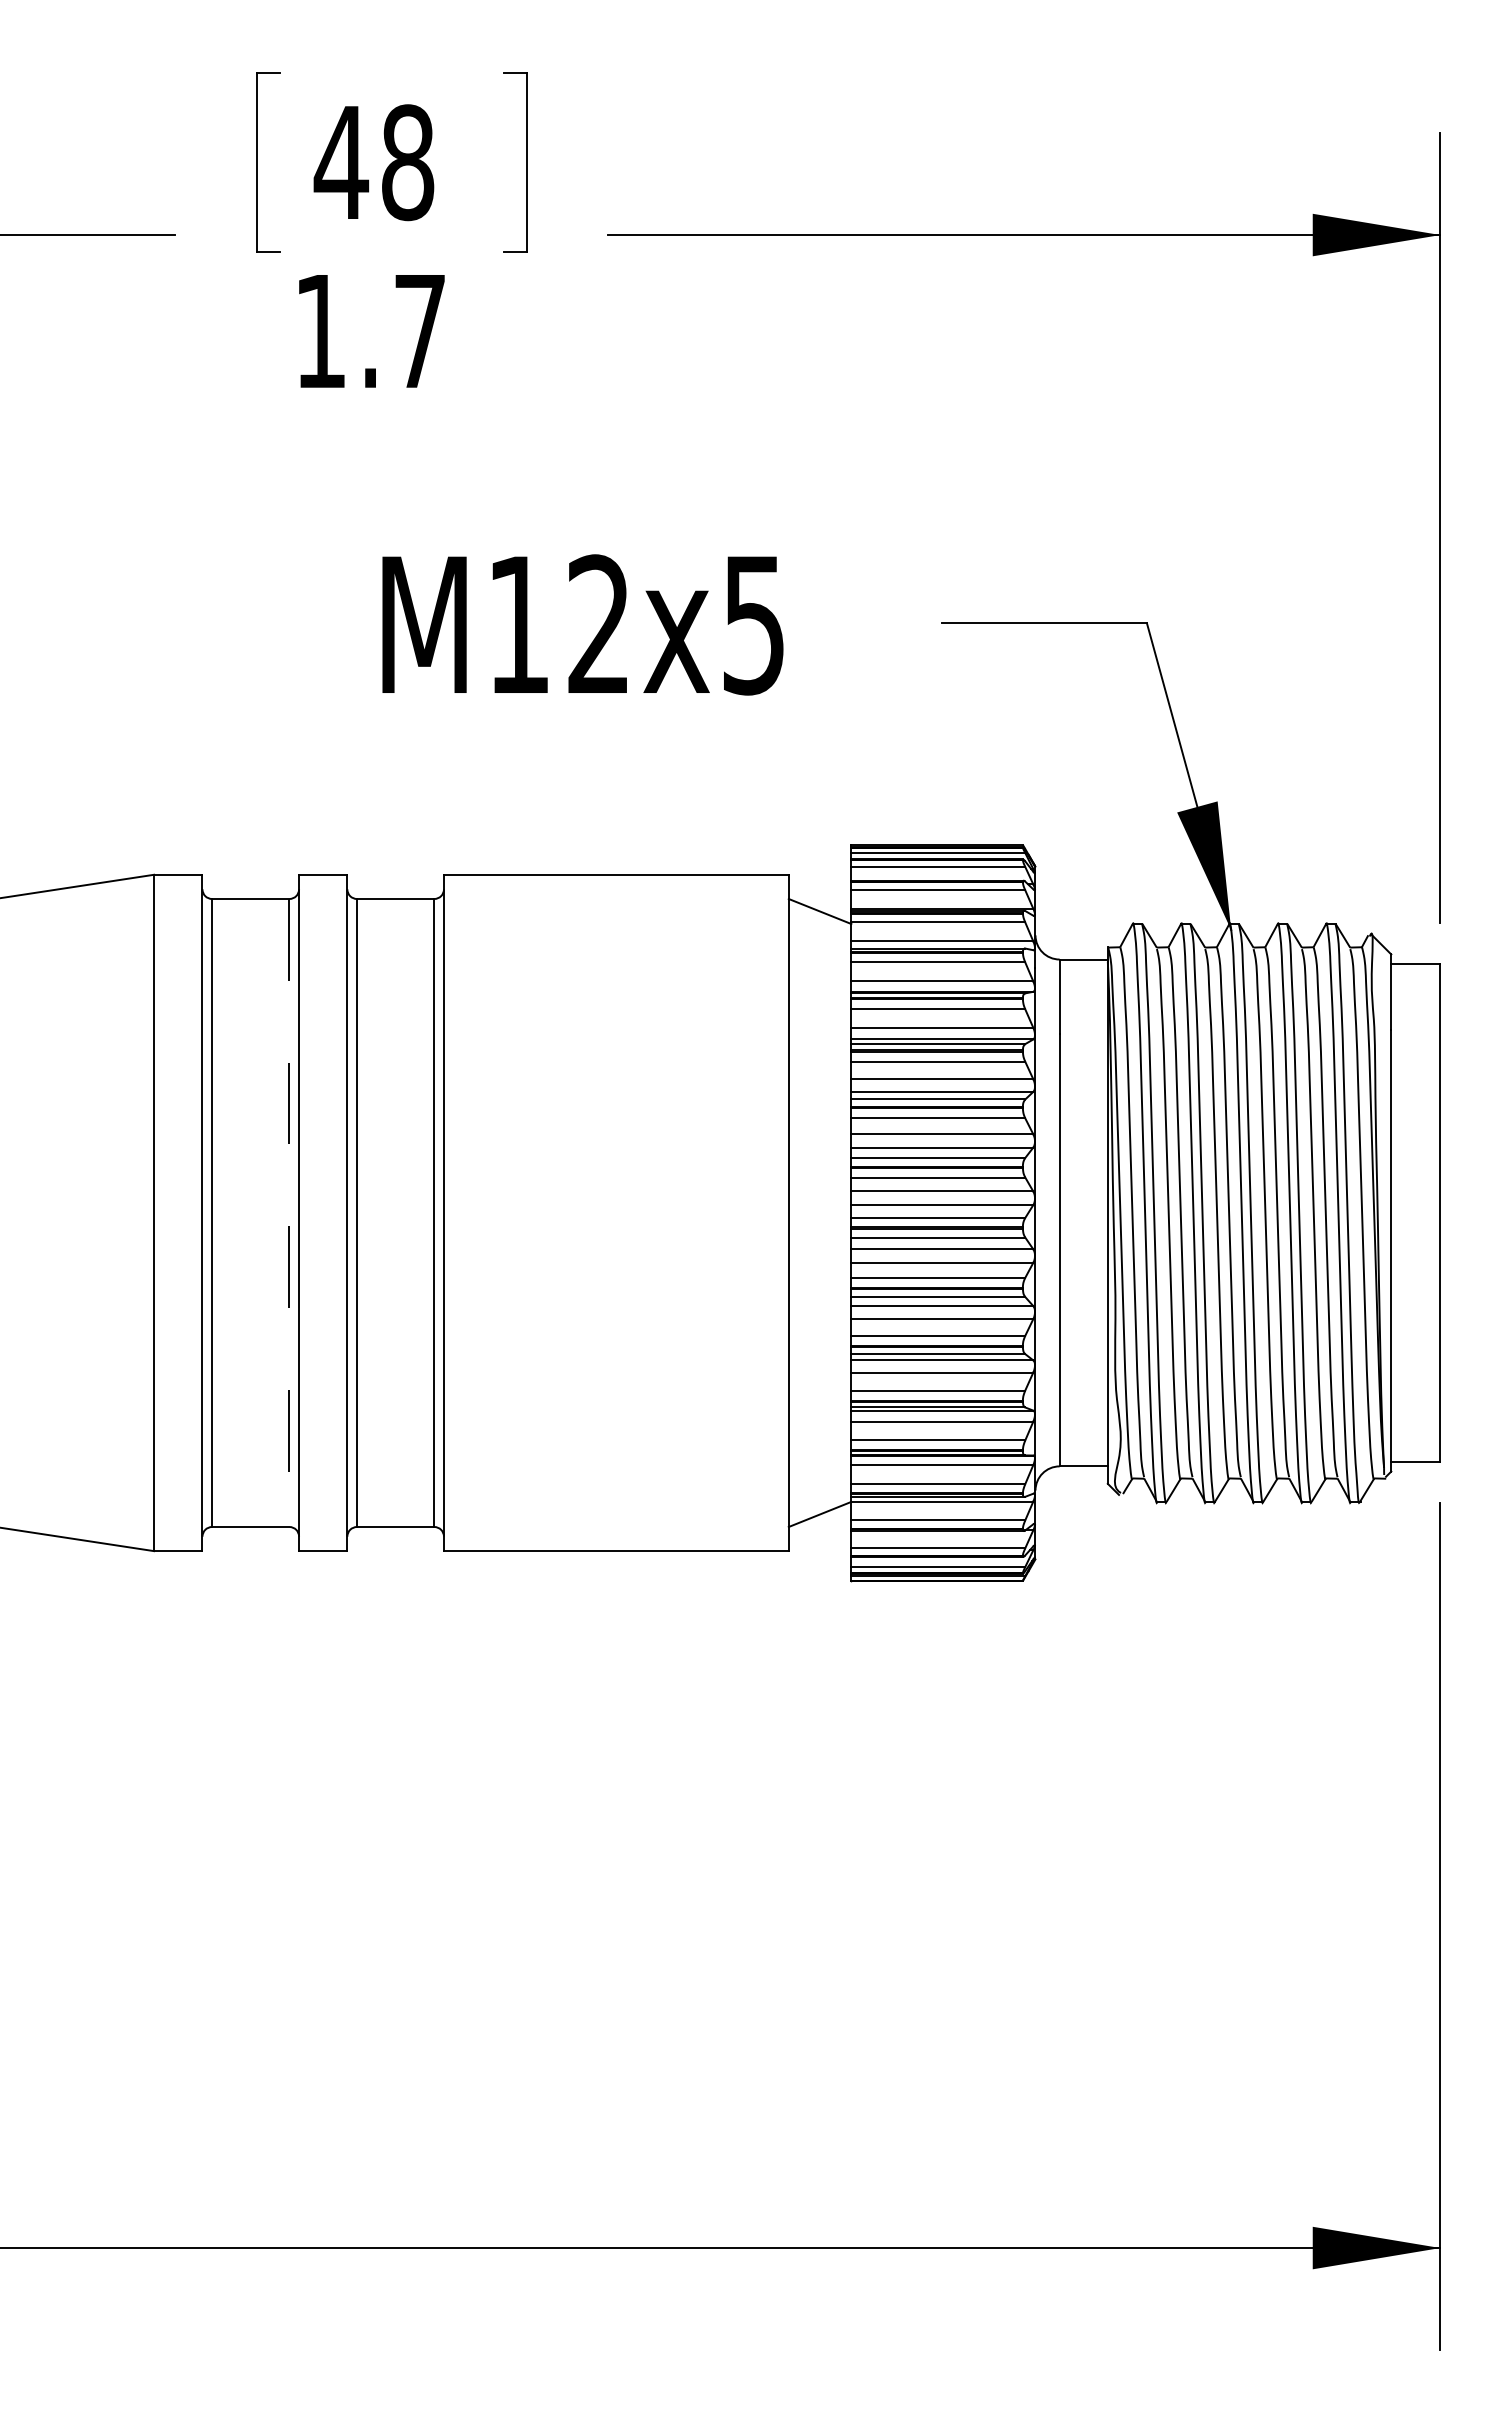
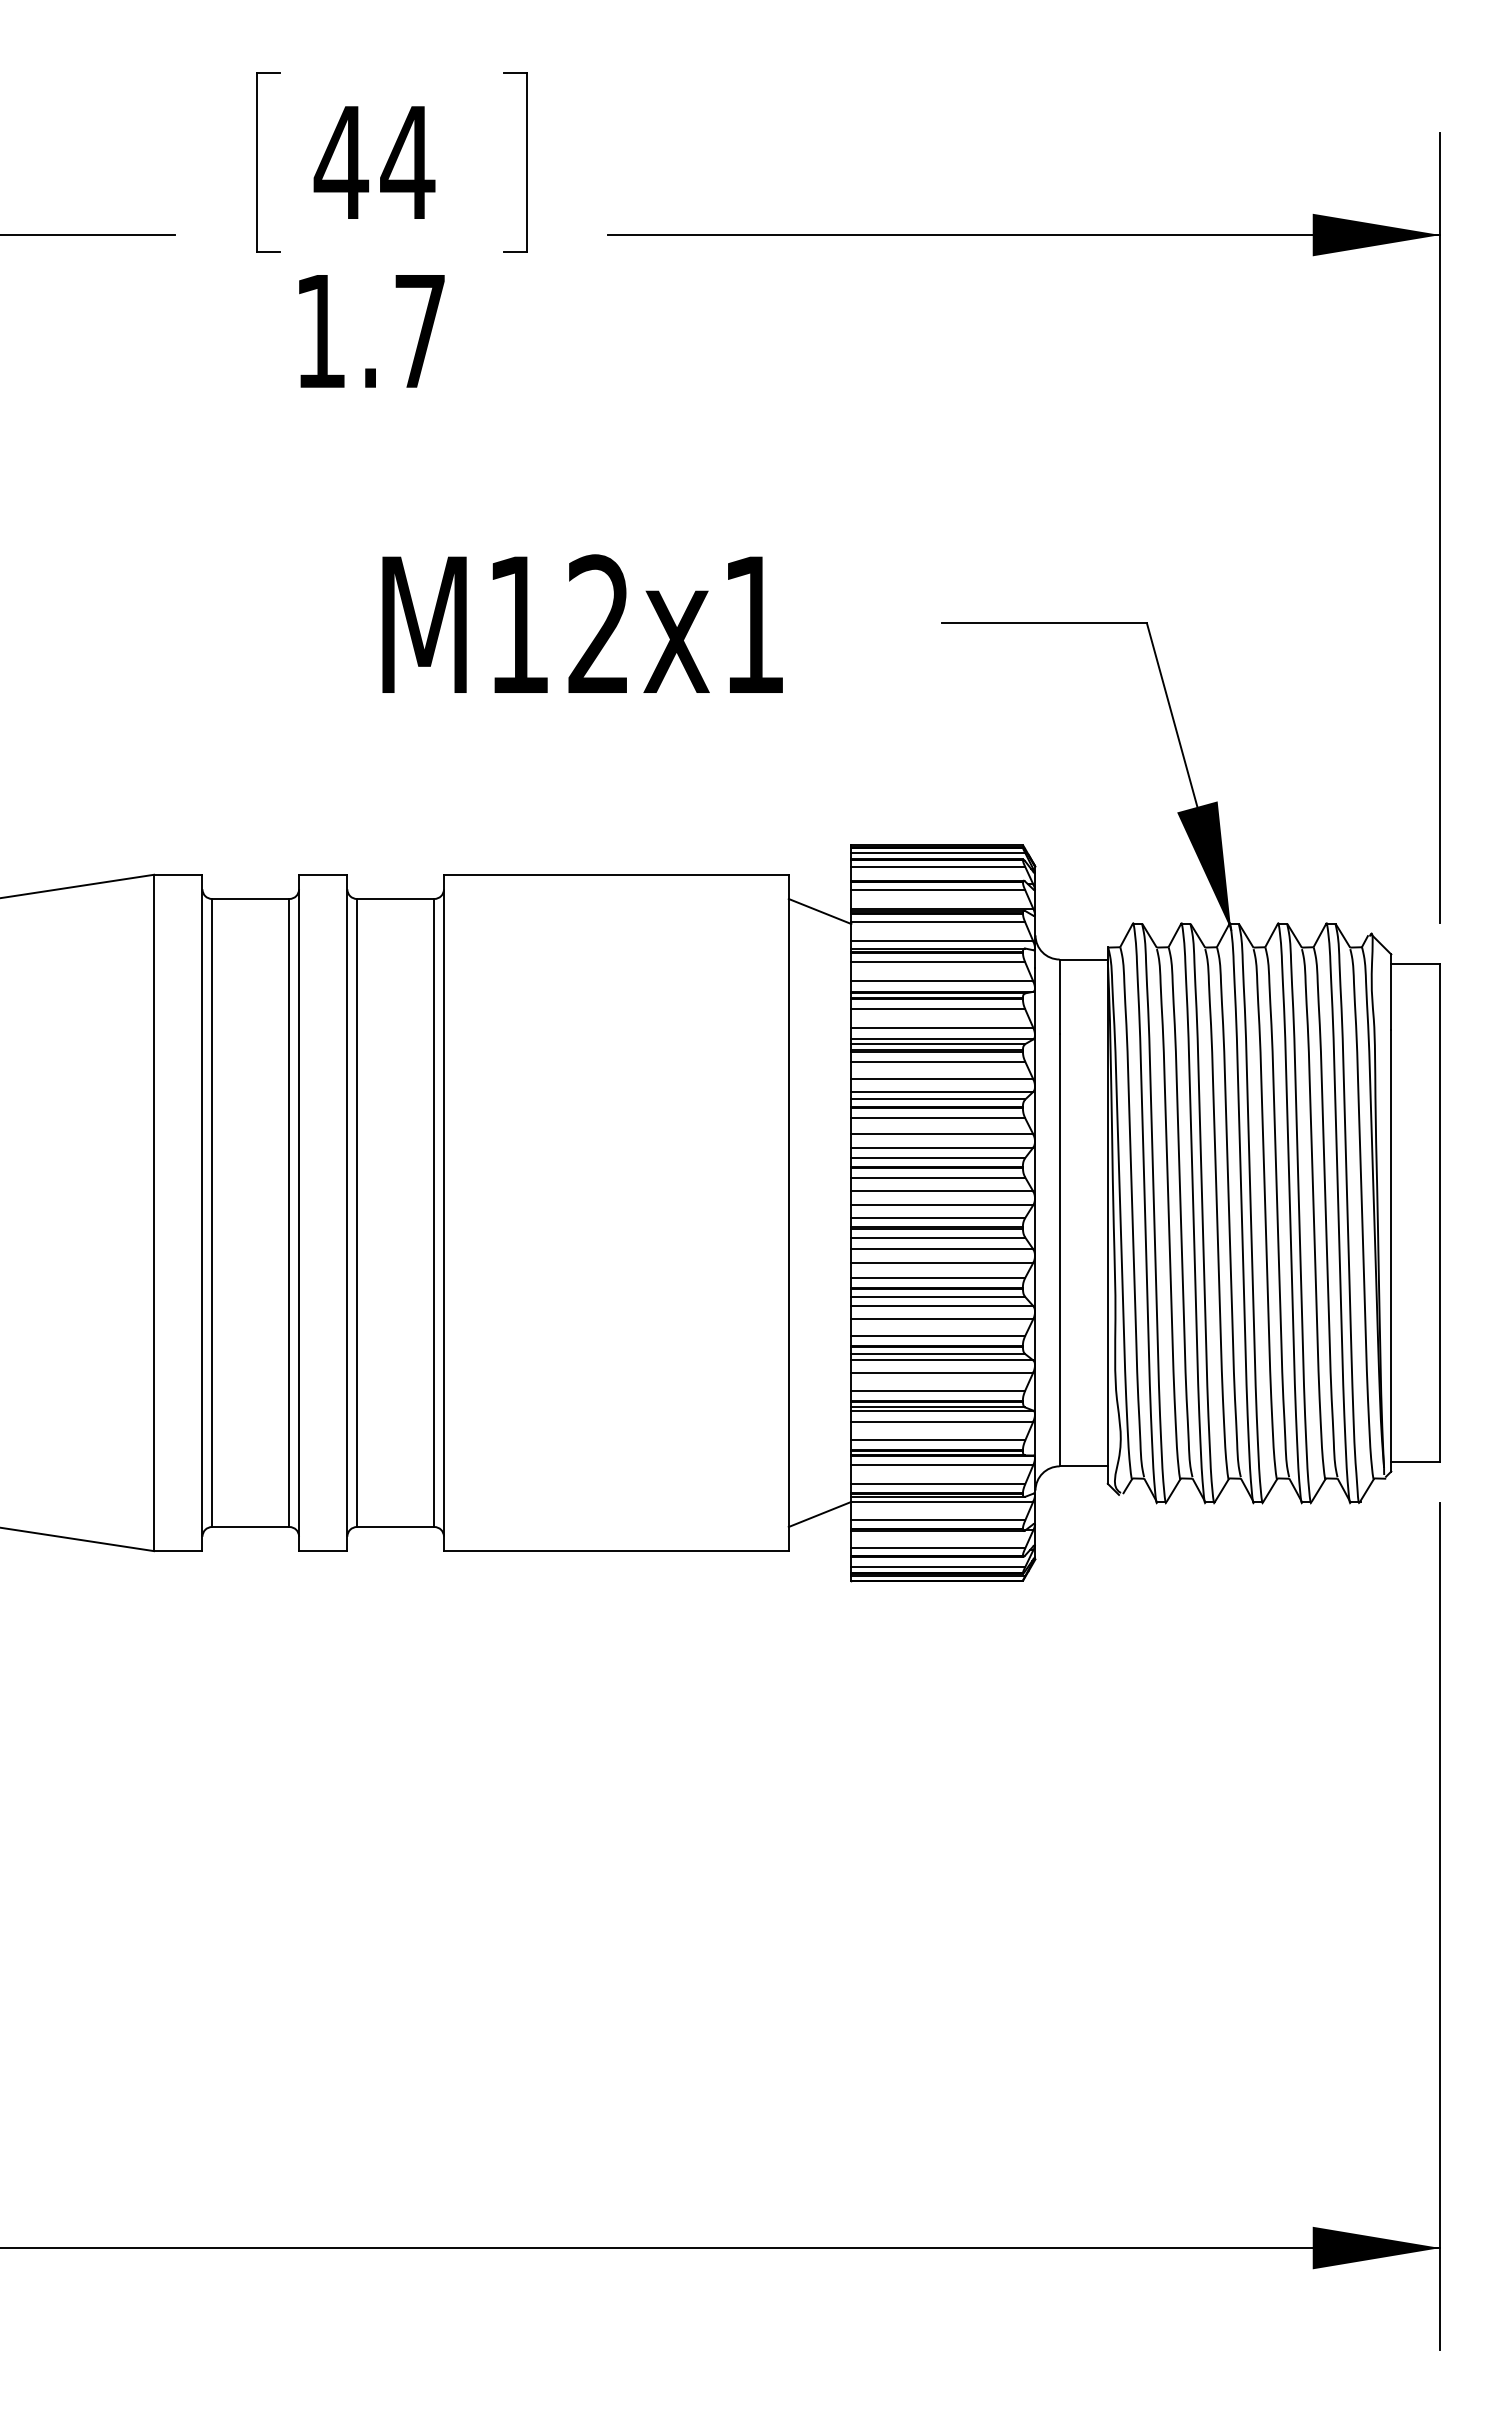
text at (407, 162): 48 -> 44
text at (753, 625): M12x5 -> M12x1
line at (289, 1213): dashed -> solid
